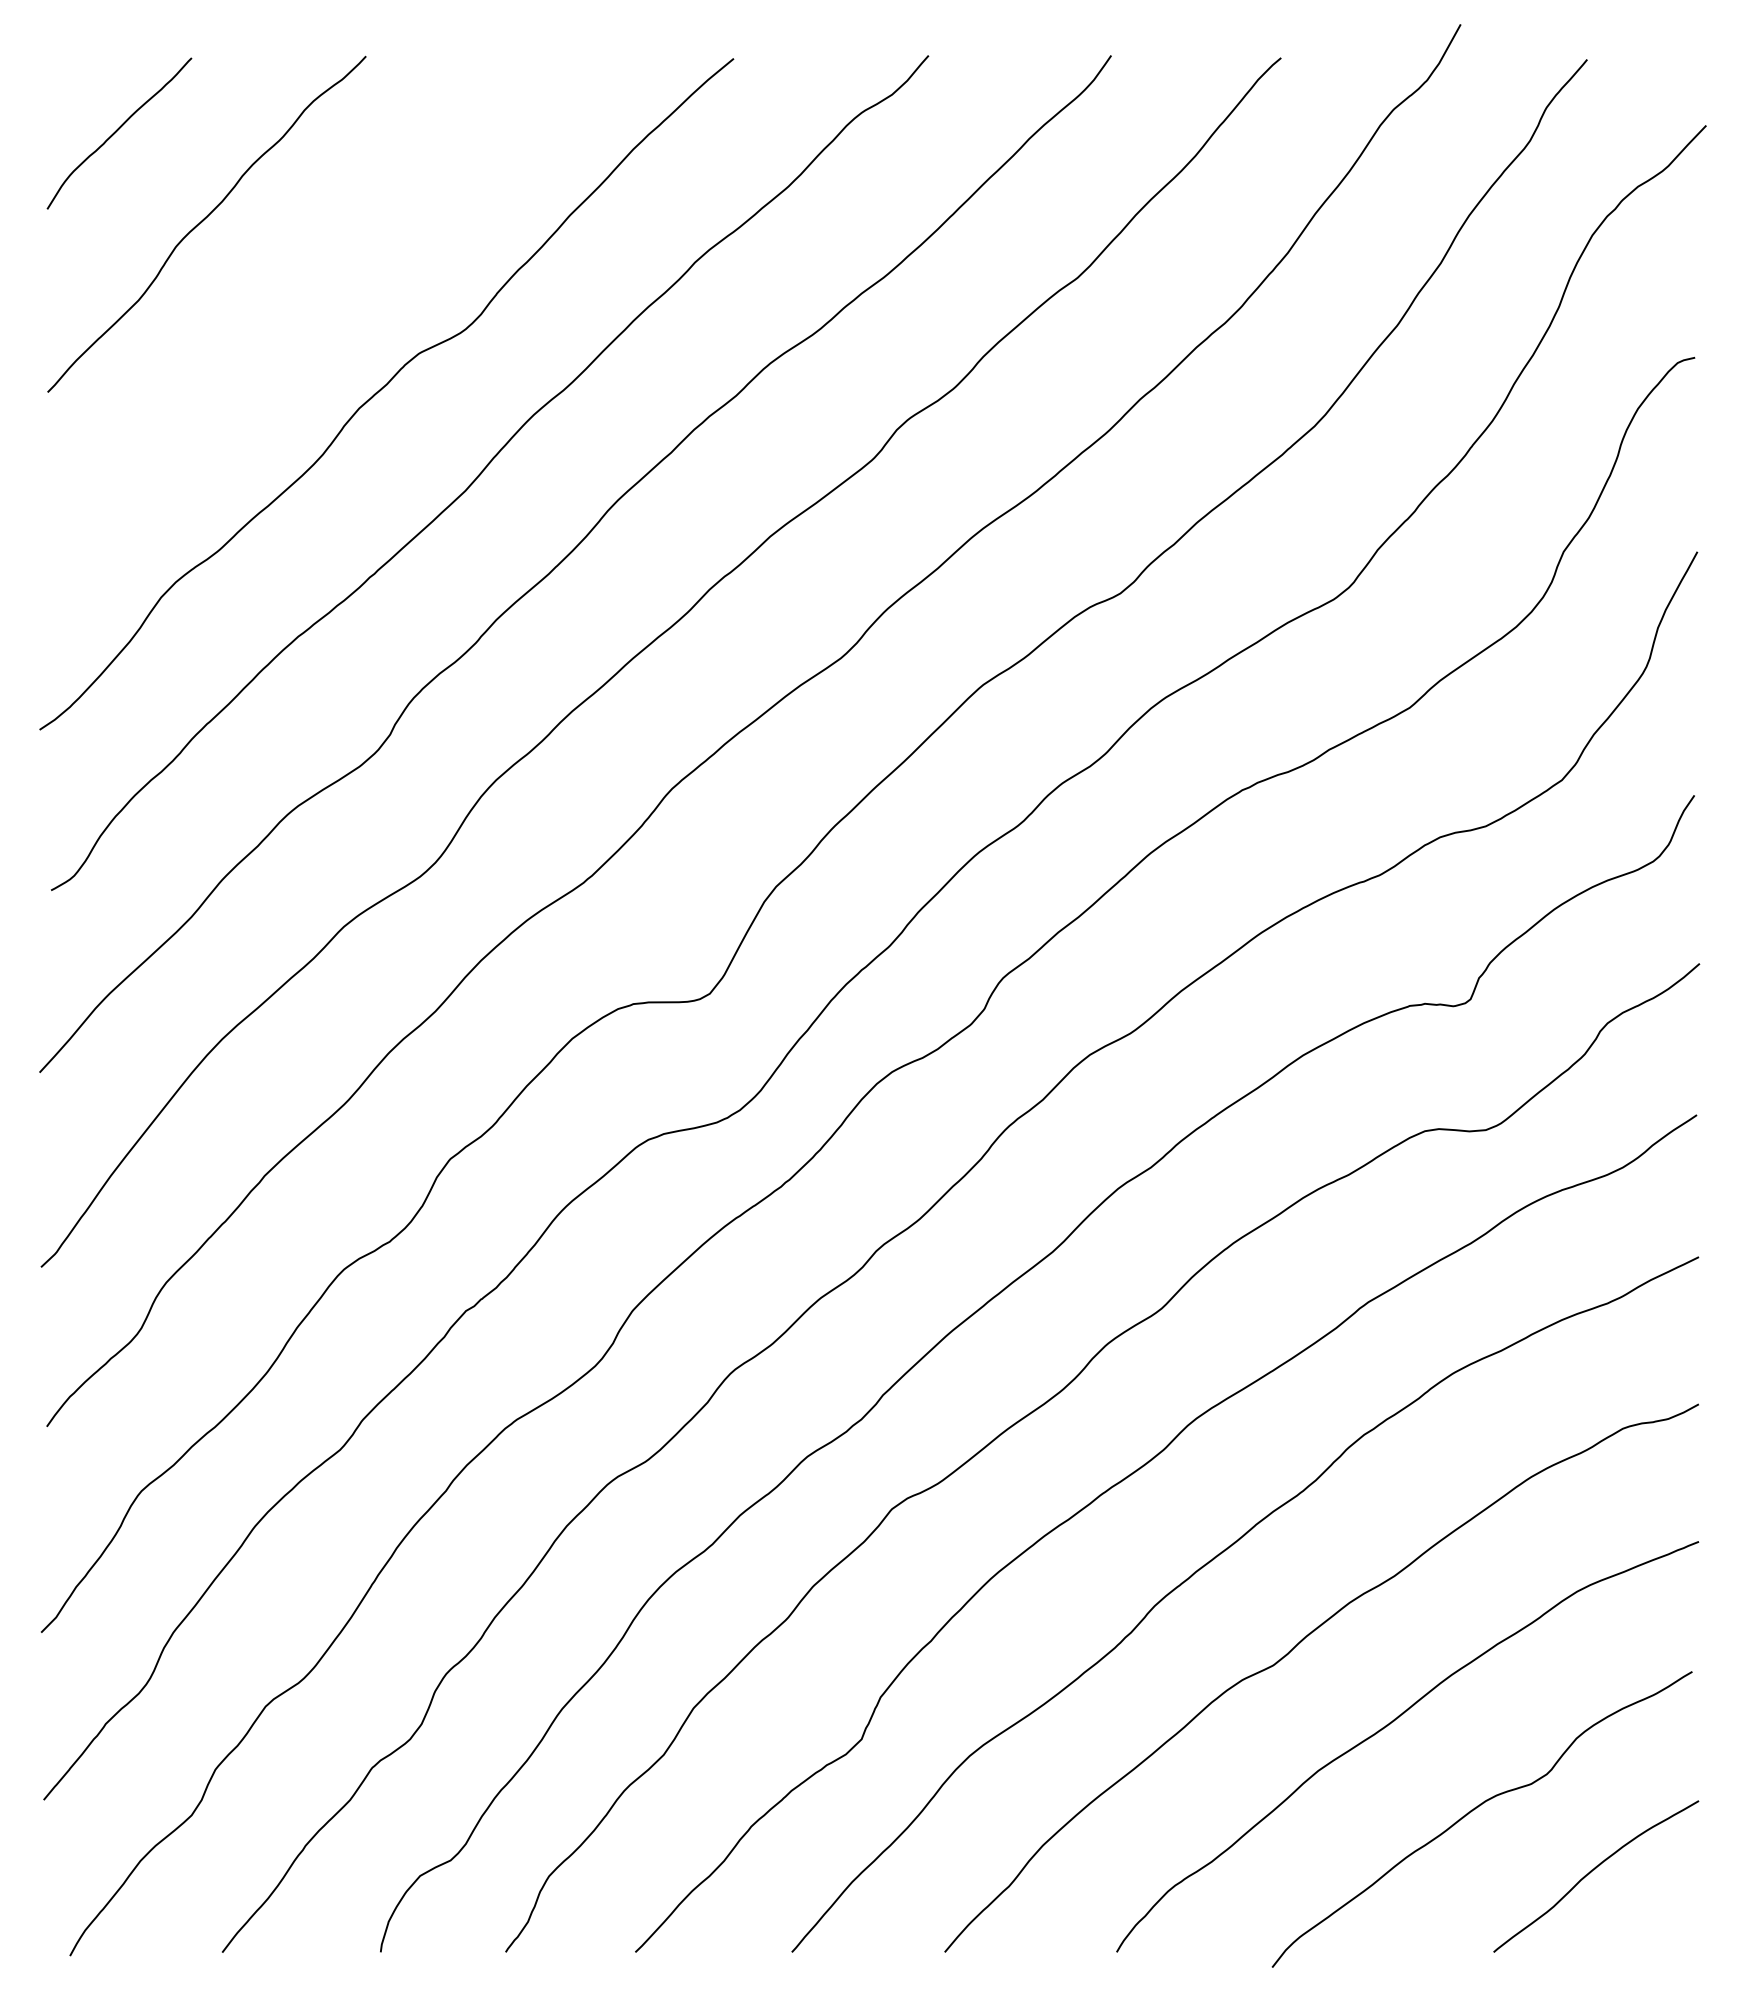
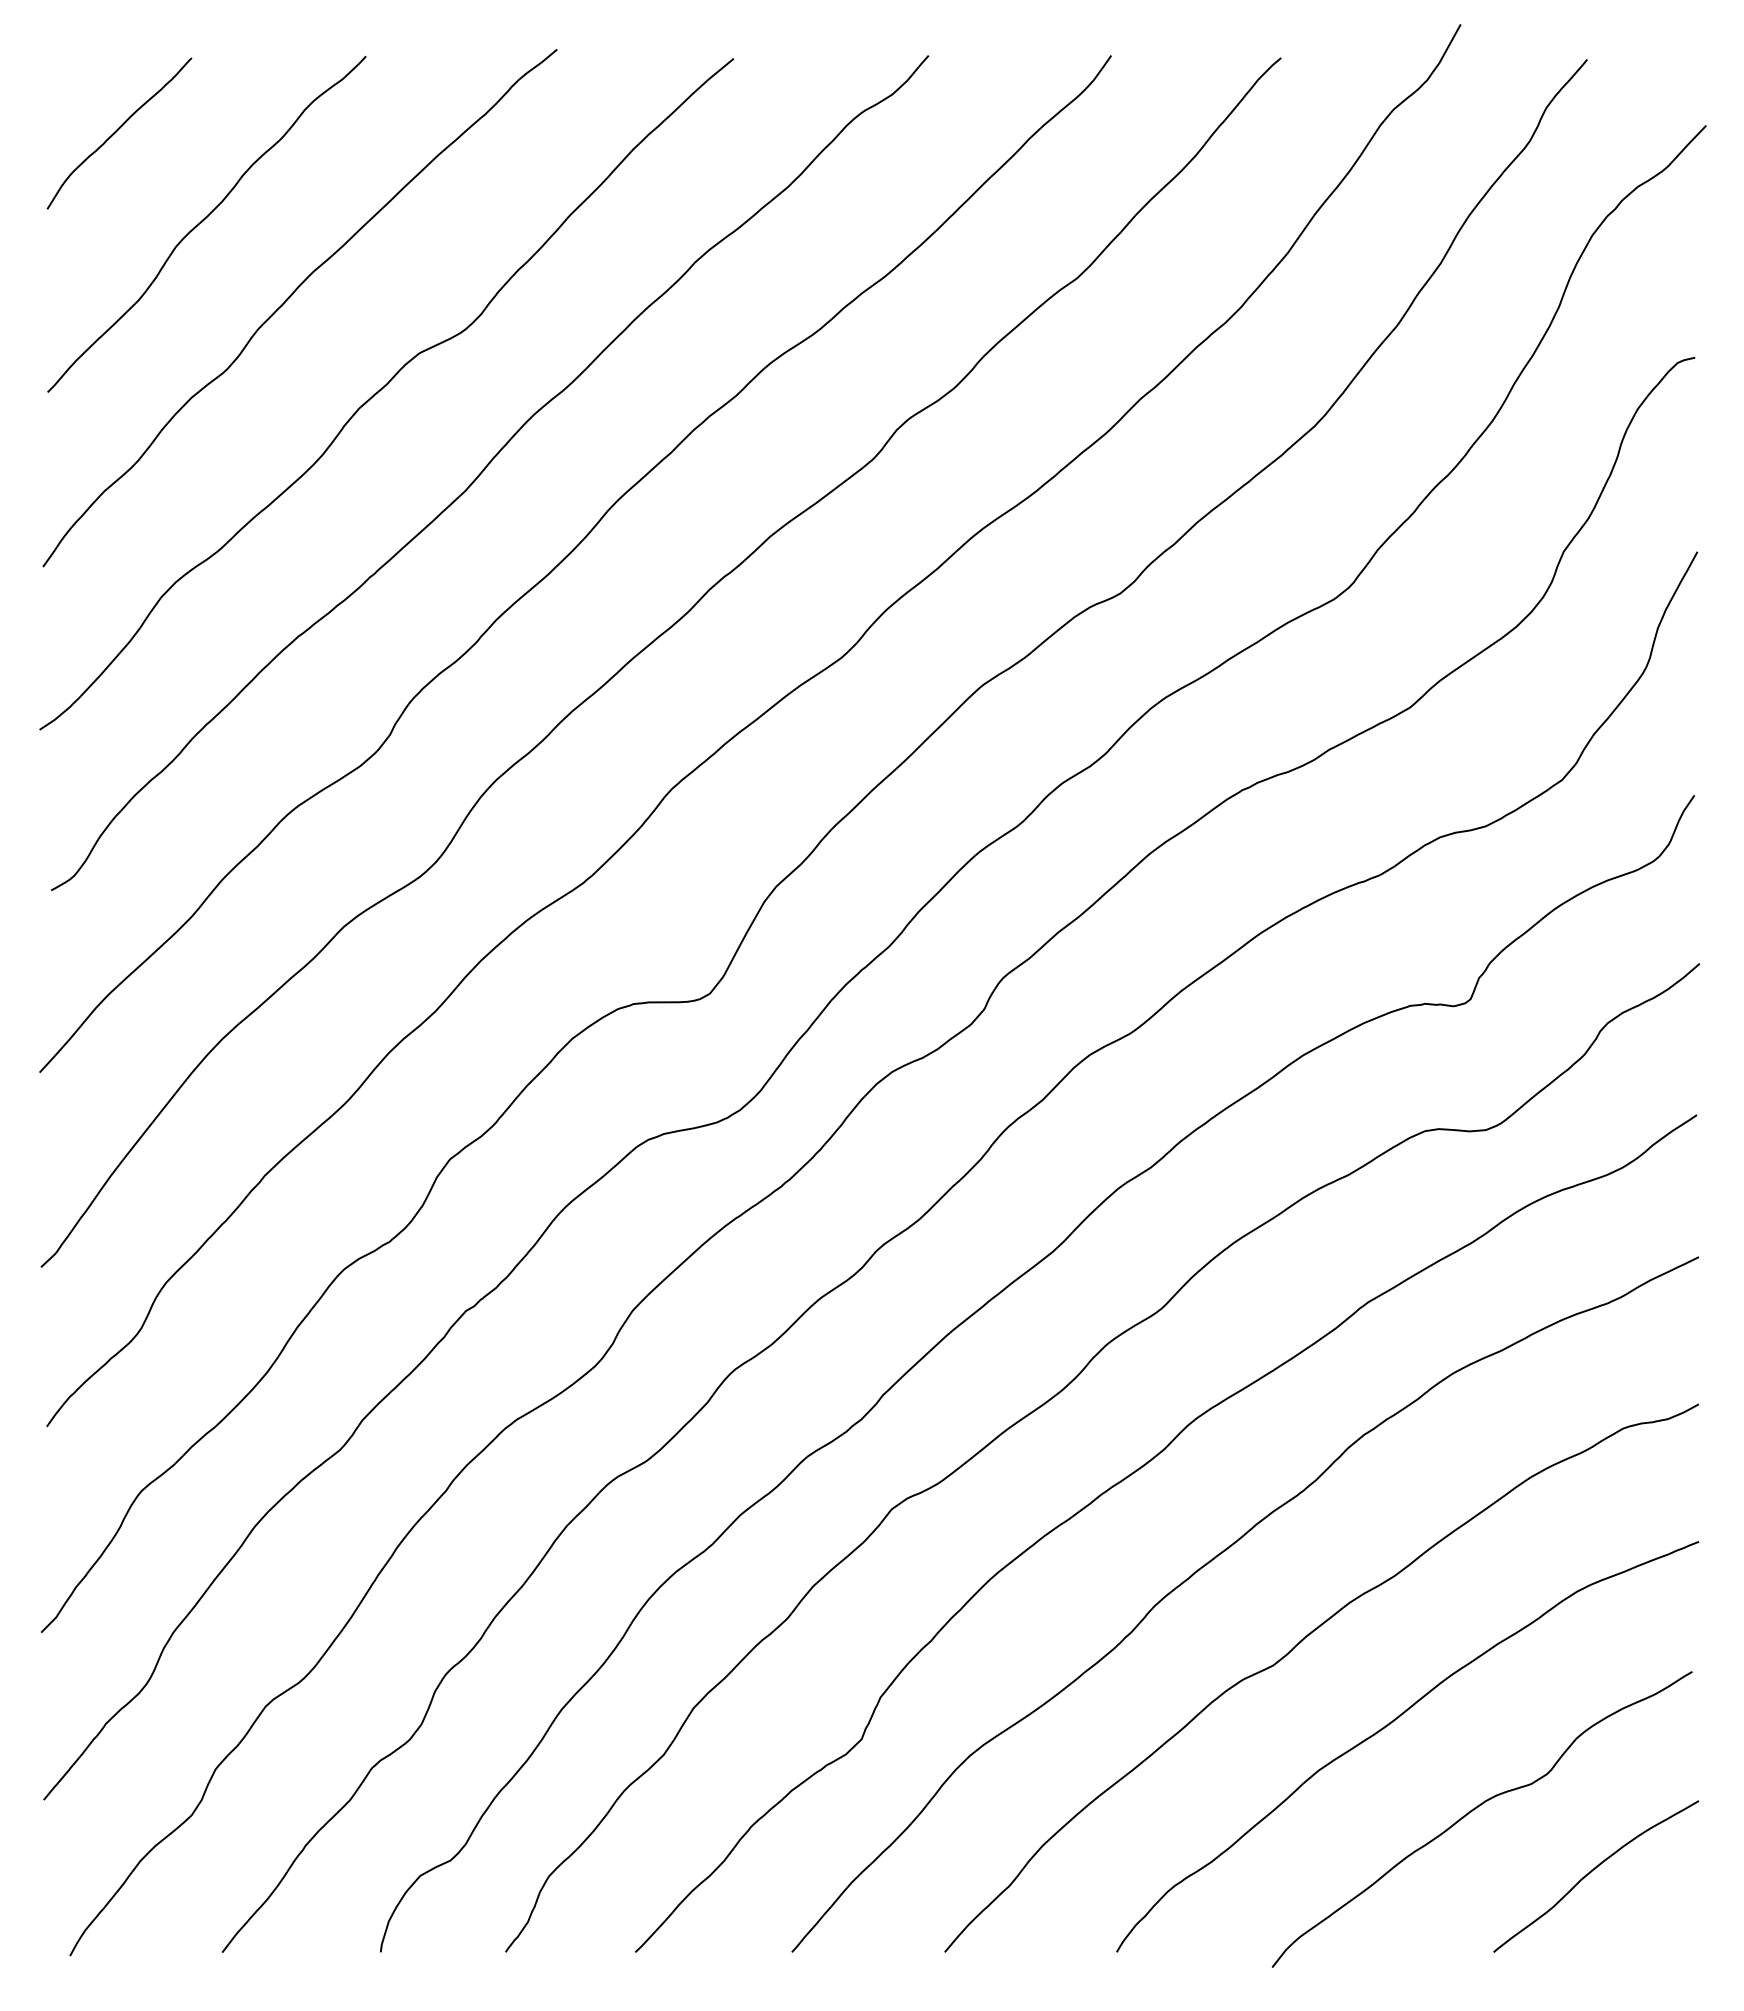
curve at (289, 298): none -> present
